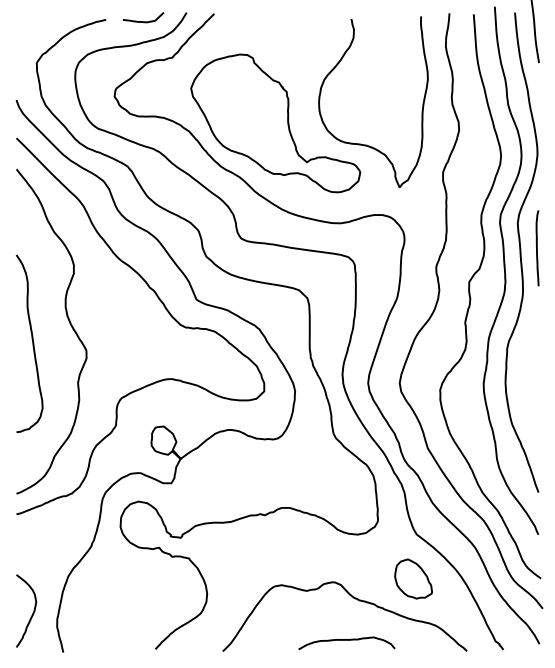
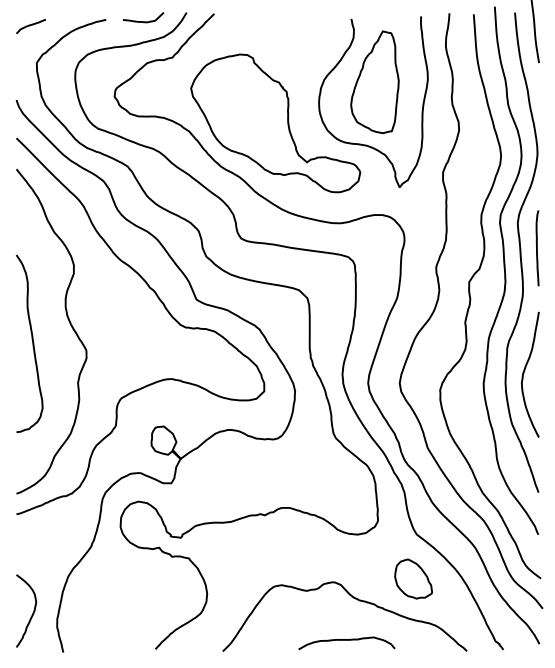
curve at (31, 25): none -> present
part at (374, 82): none -> present
curve at (524, 373): none -> present
